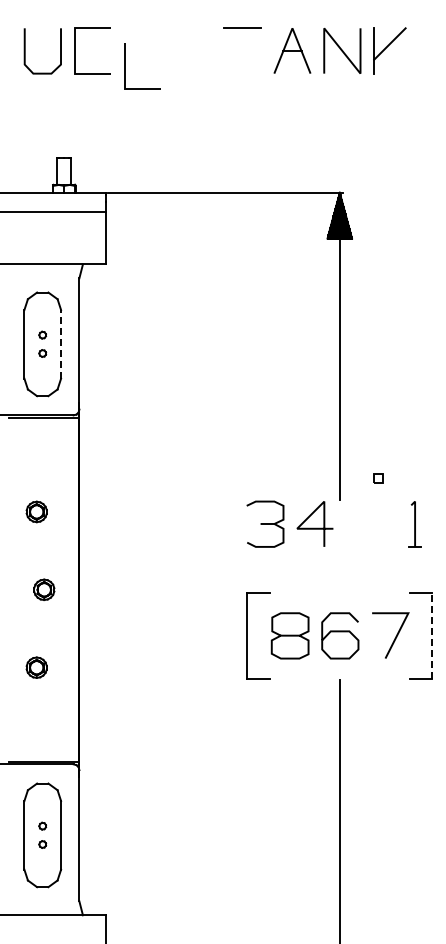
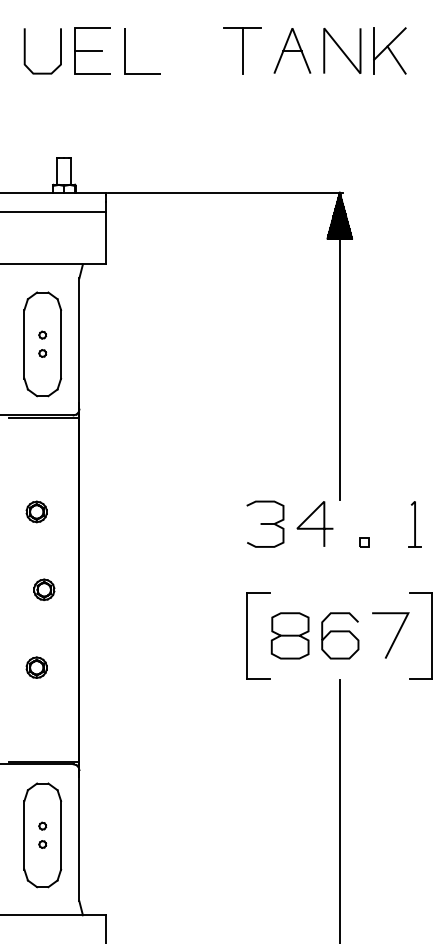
line at (87, 50): none -> present
line at (242, 50): none -> present
line at (396, 59): none -> present
line at (125, 66) position: (125, 66) -> (125, 51)
line at (61, 343): dashed -> solid
part at (378, 478) position: (378, 478) -> (364, 542)
line at (432, 635): dashed -> solid
